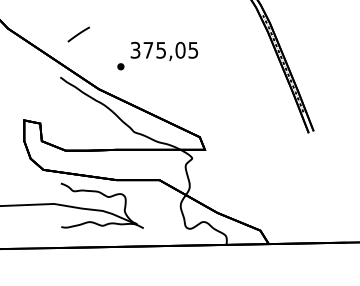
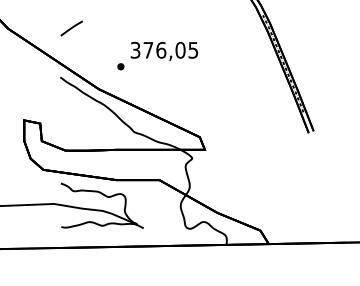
line at (78, 34) position: (78, 34) -> (71, 28)
text at (161, 49): 375,05 -> 376,05
